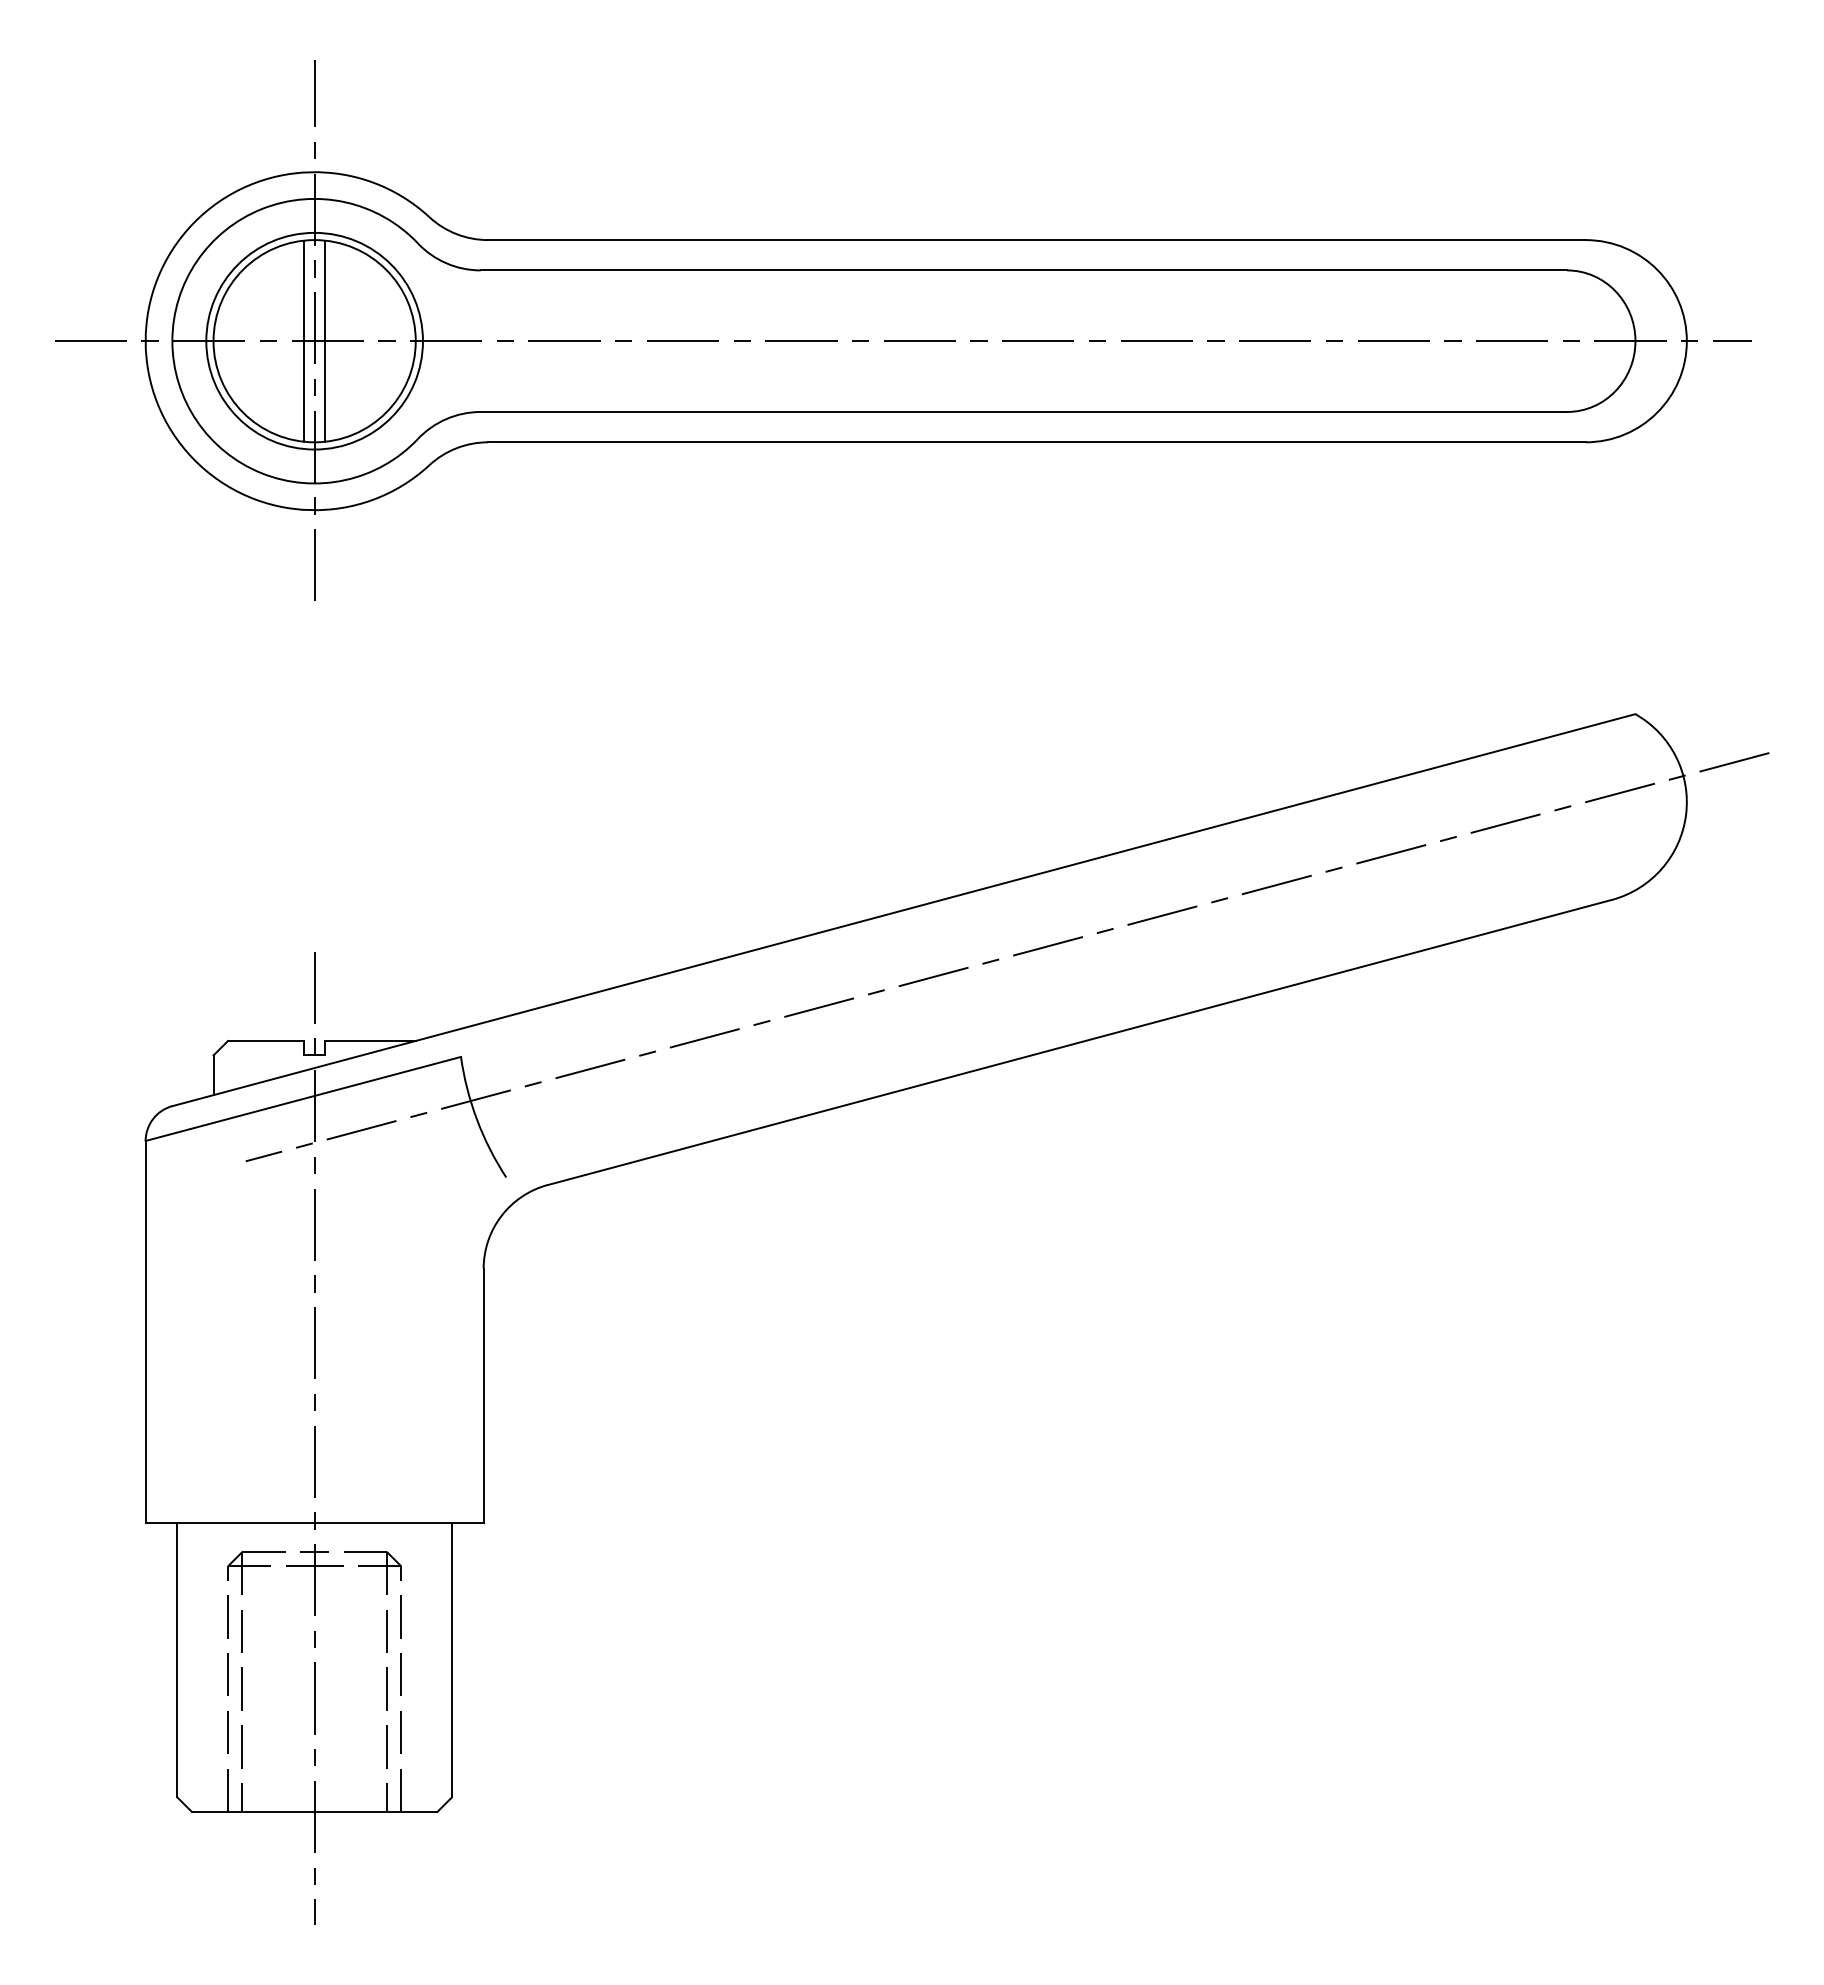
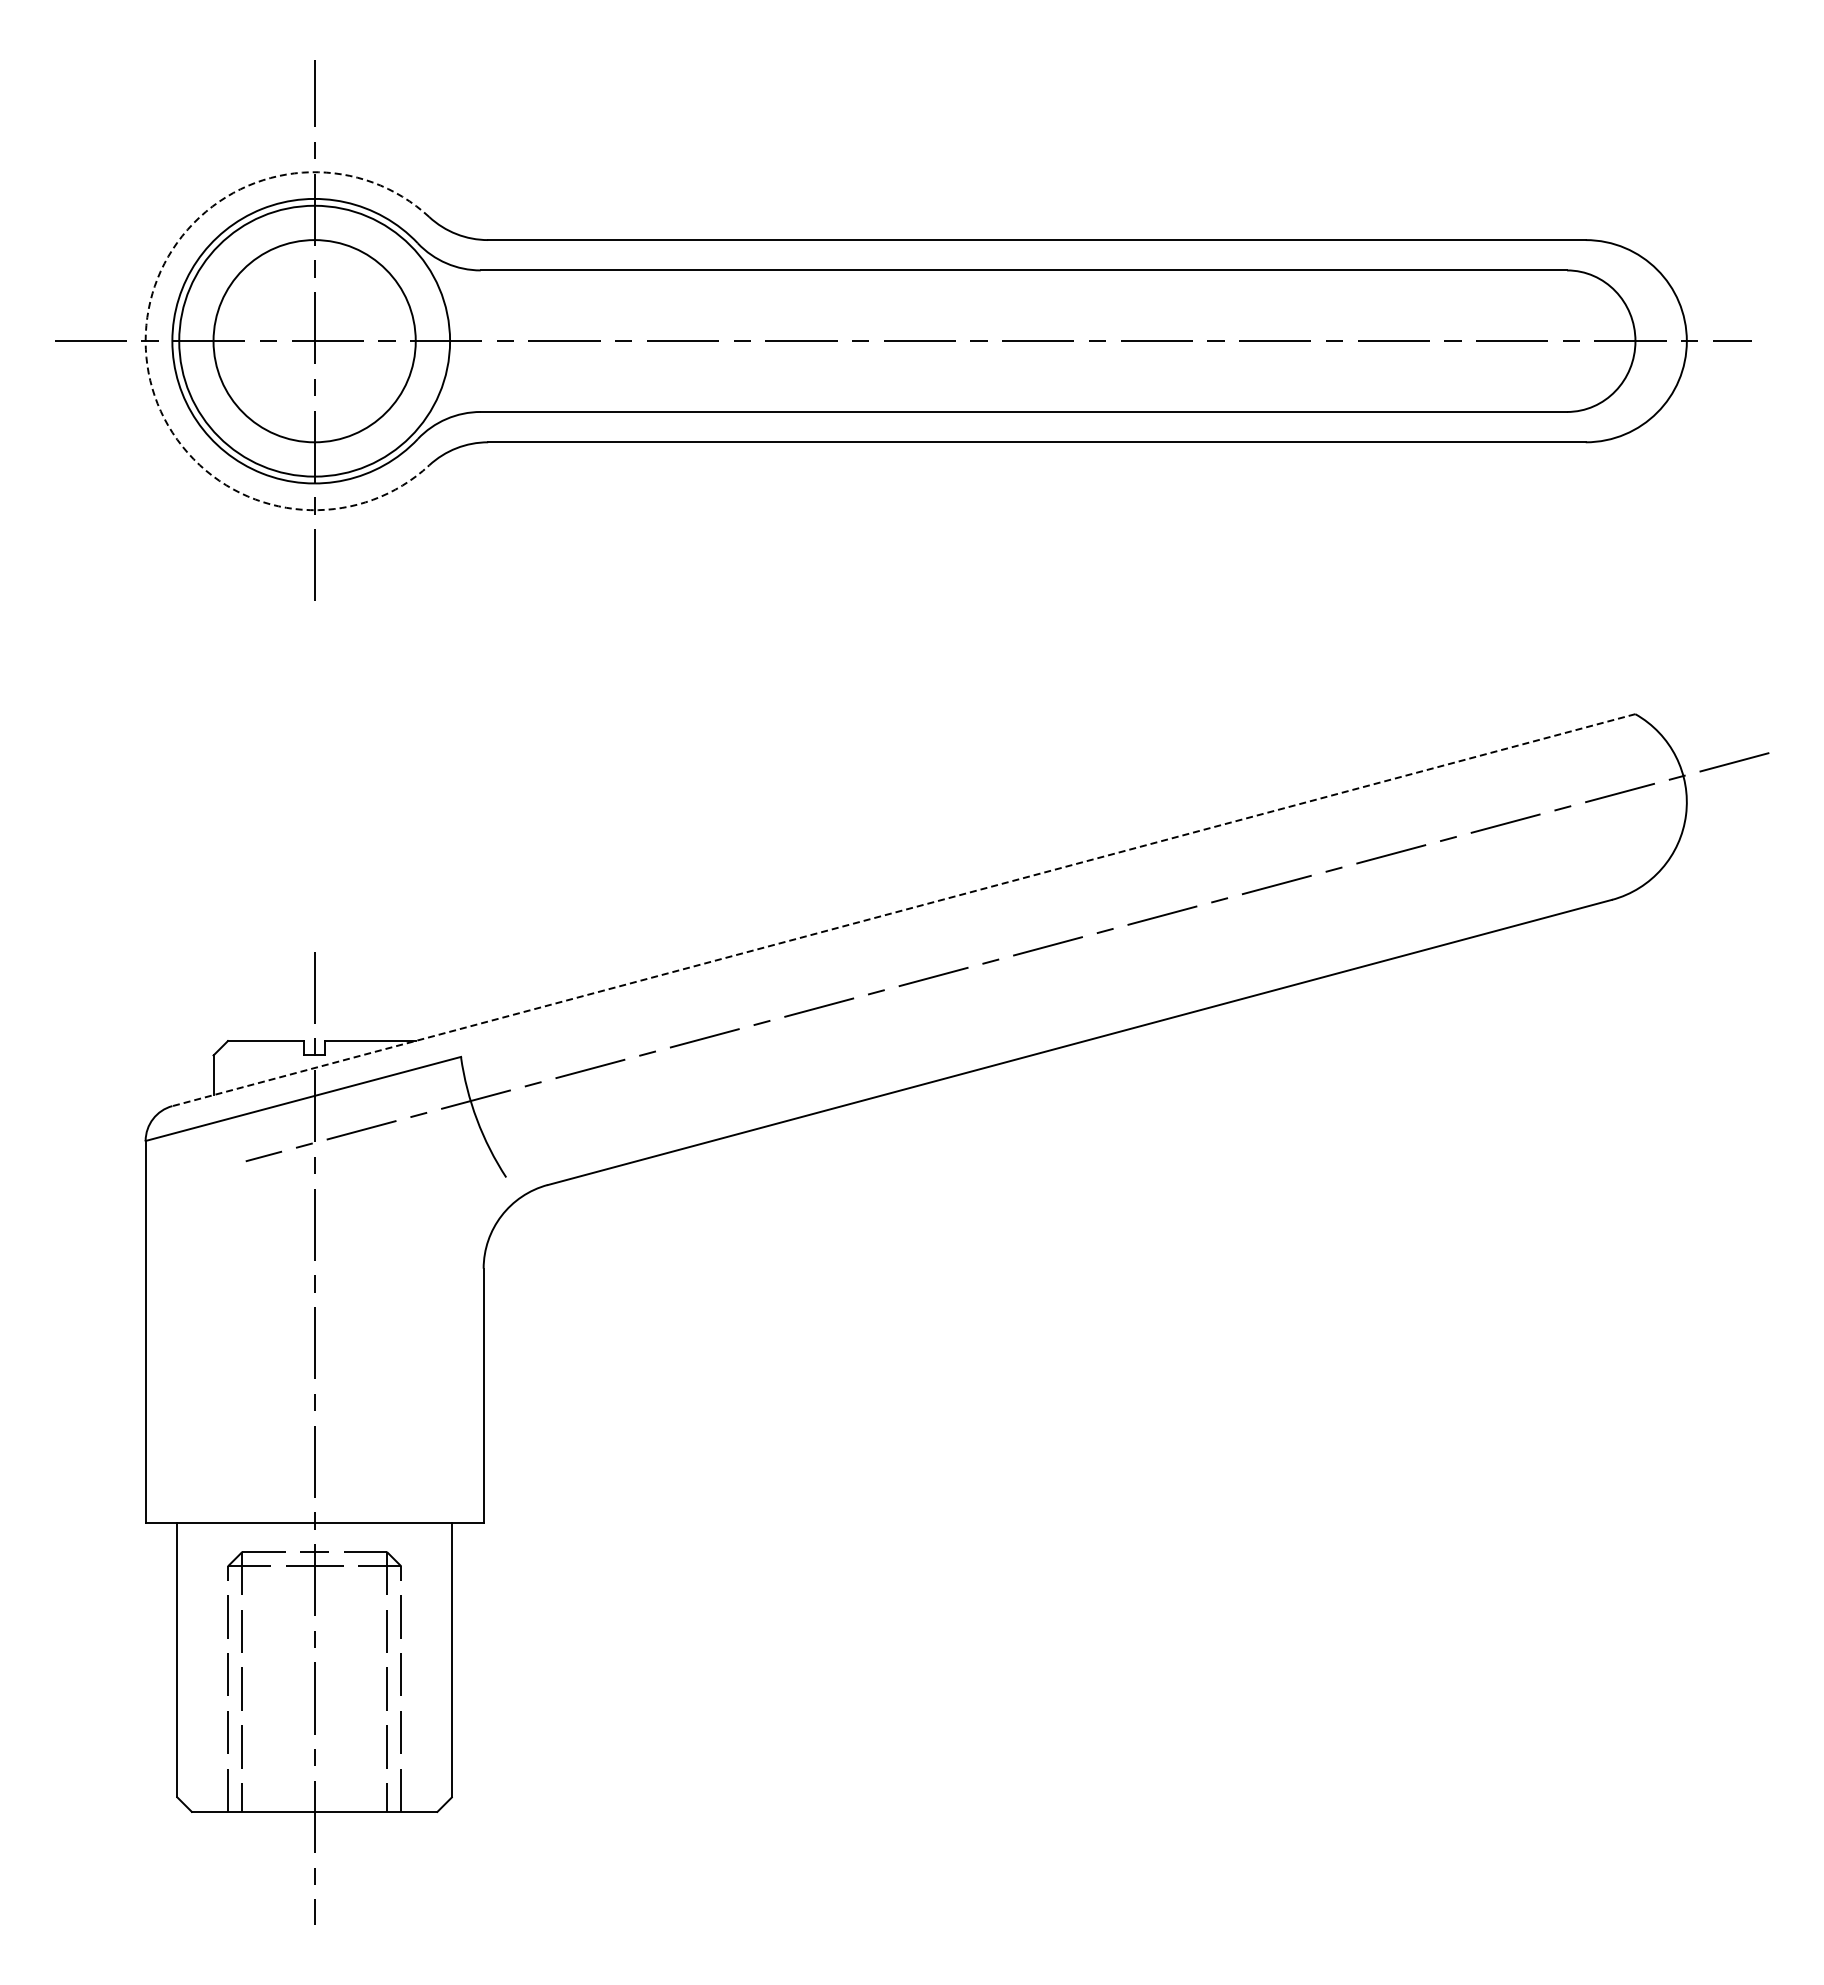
line at (303, 340): present -> none
circle at (314, 340) diameter: 217 px -> 271 px
line at (325, 340): present -> none
arc at (145, 341): solid -> dashed
line at (903, 910): solid -> dashed
